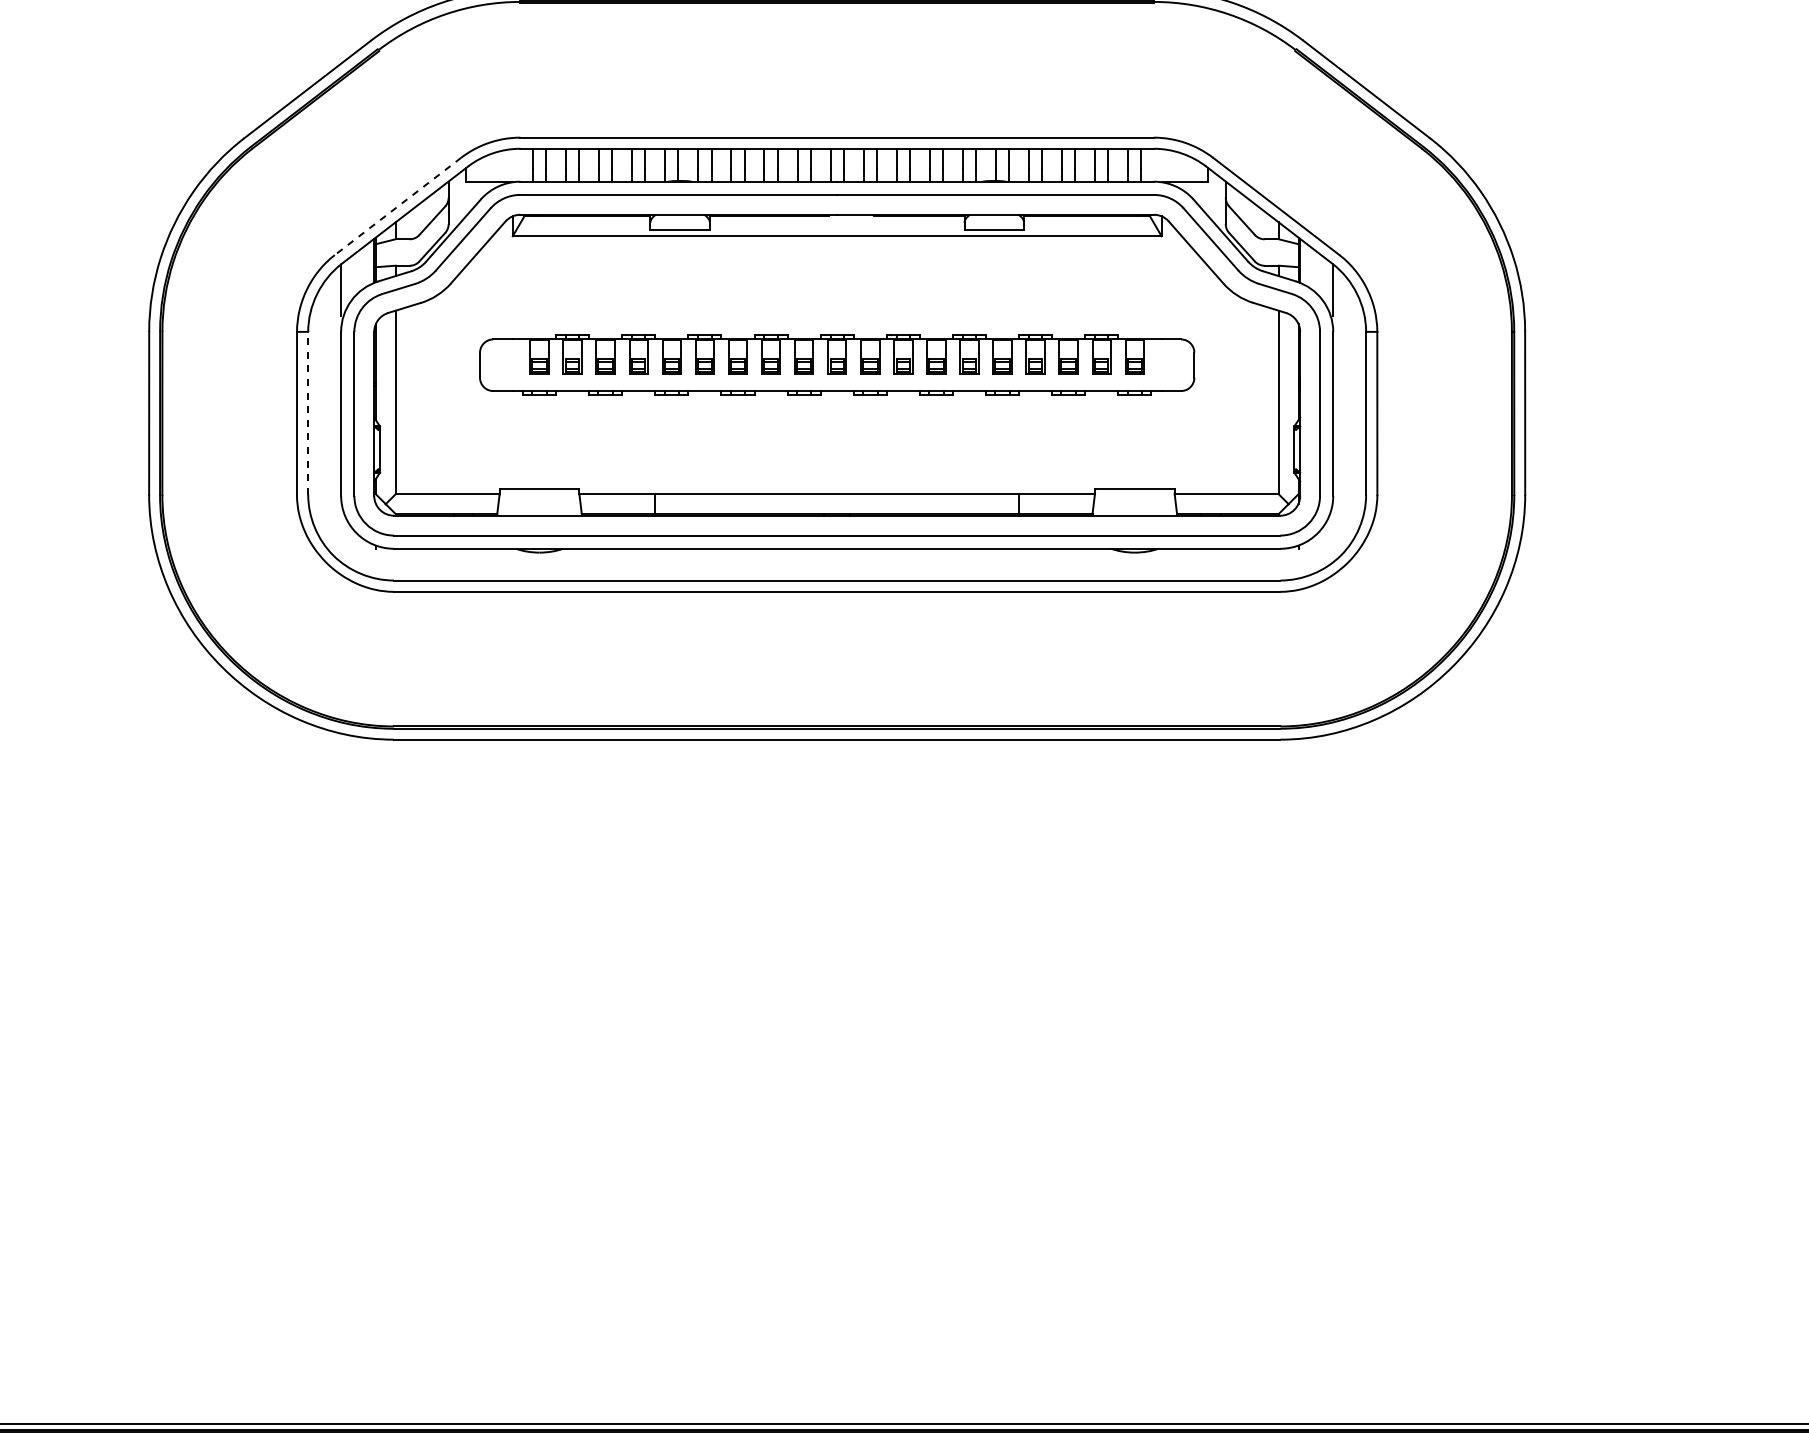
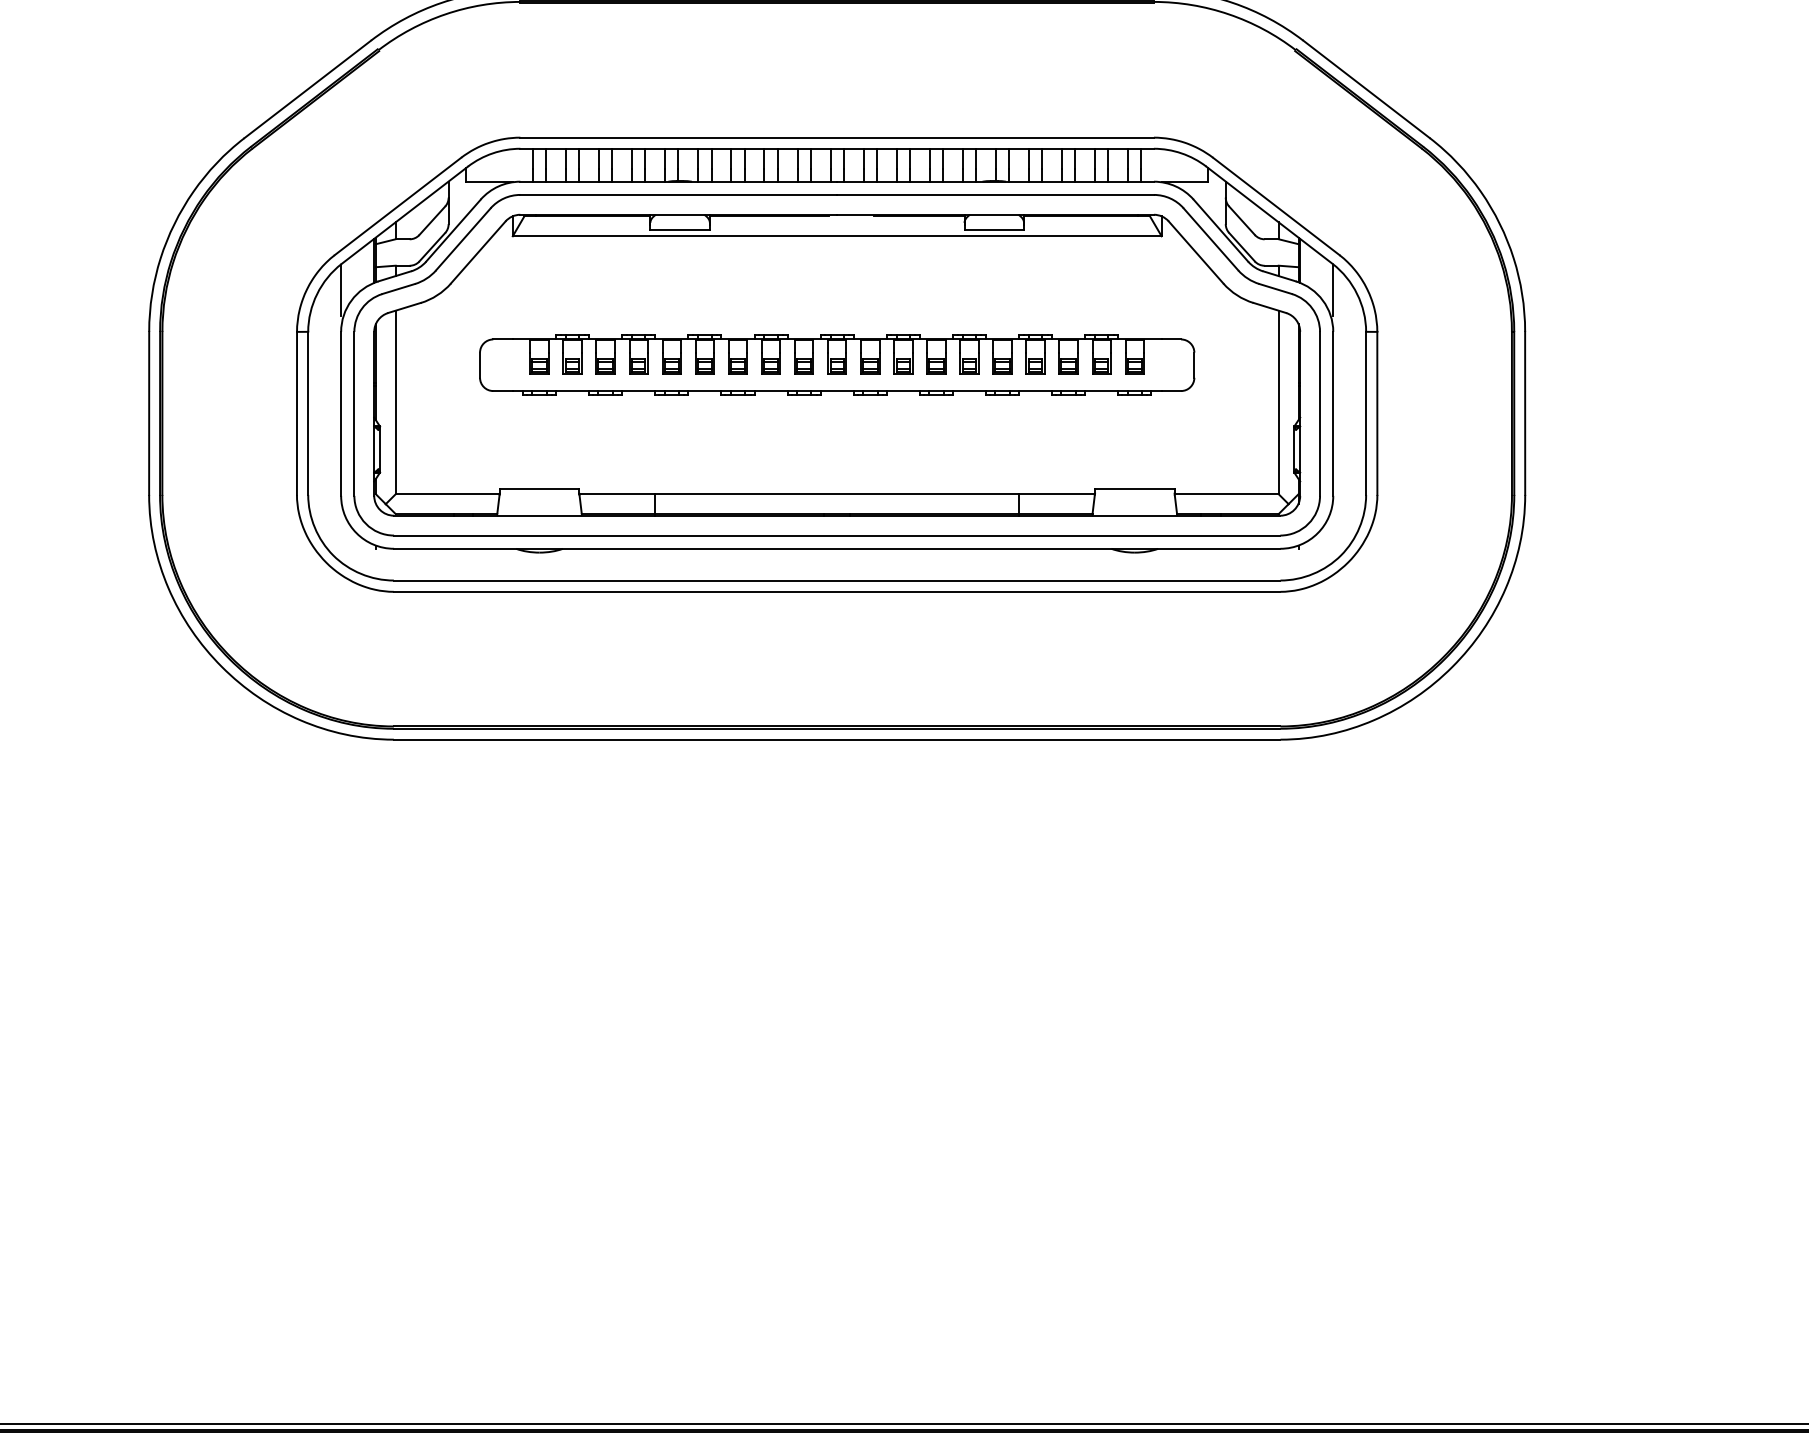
line at (398, 206): dashed -> solid
line at (308, 413): dashed -> solid
